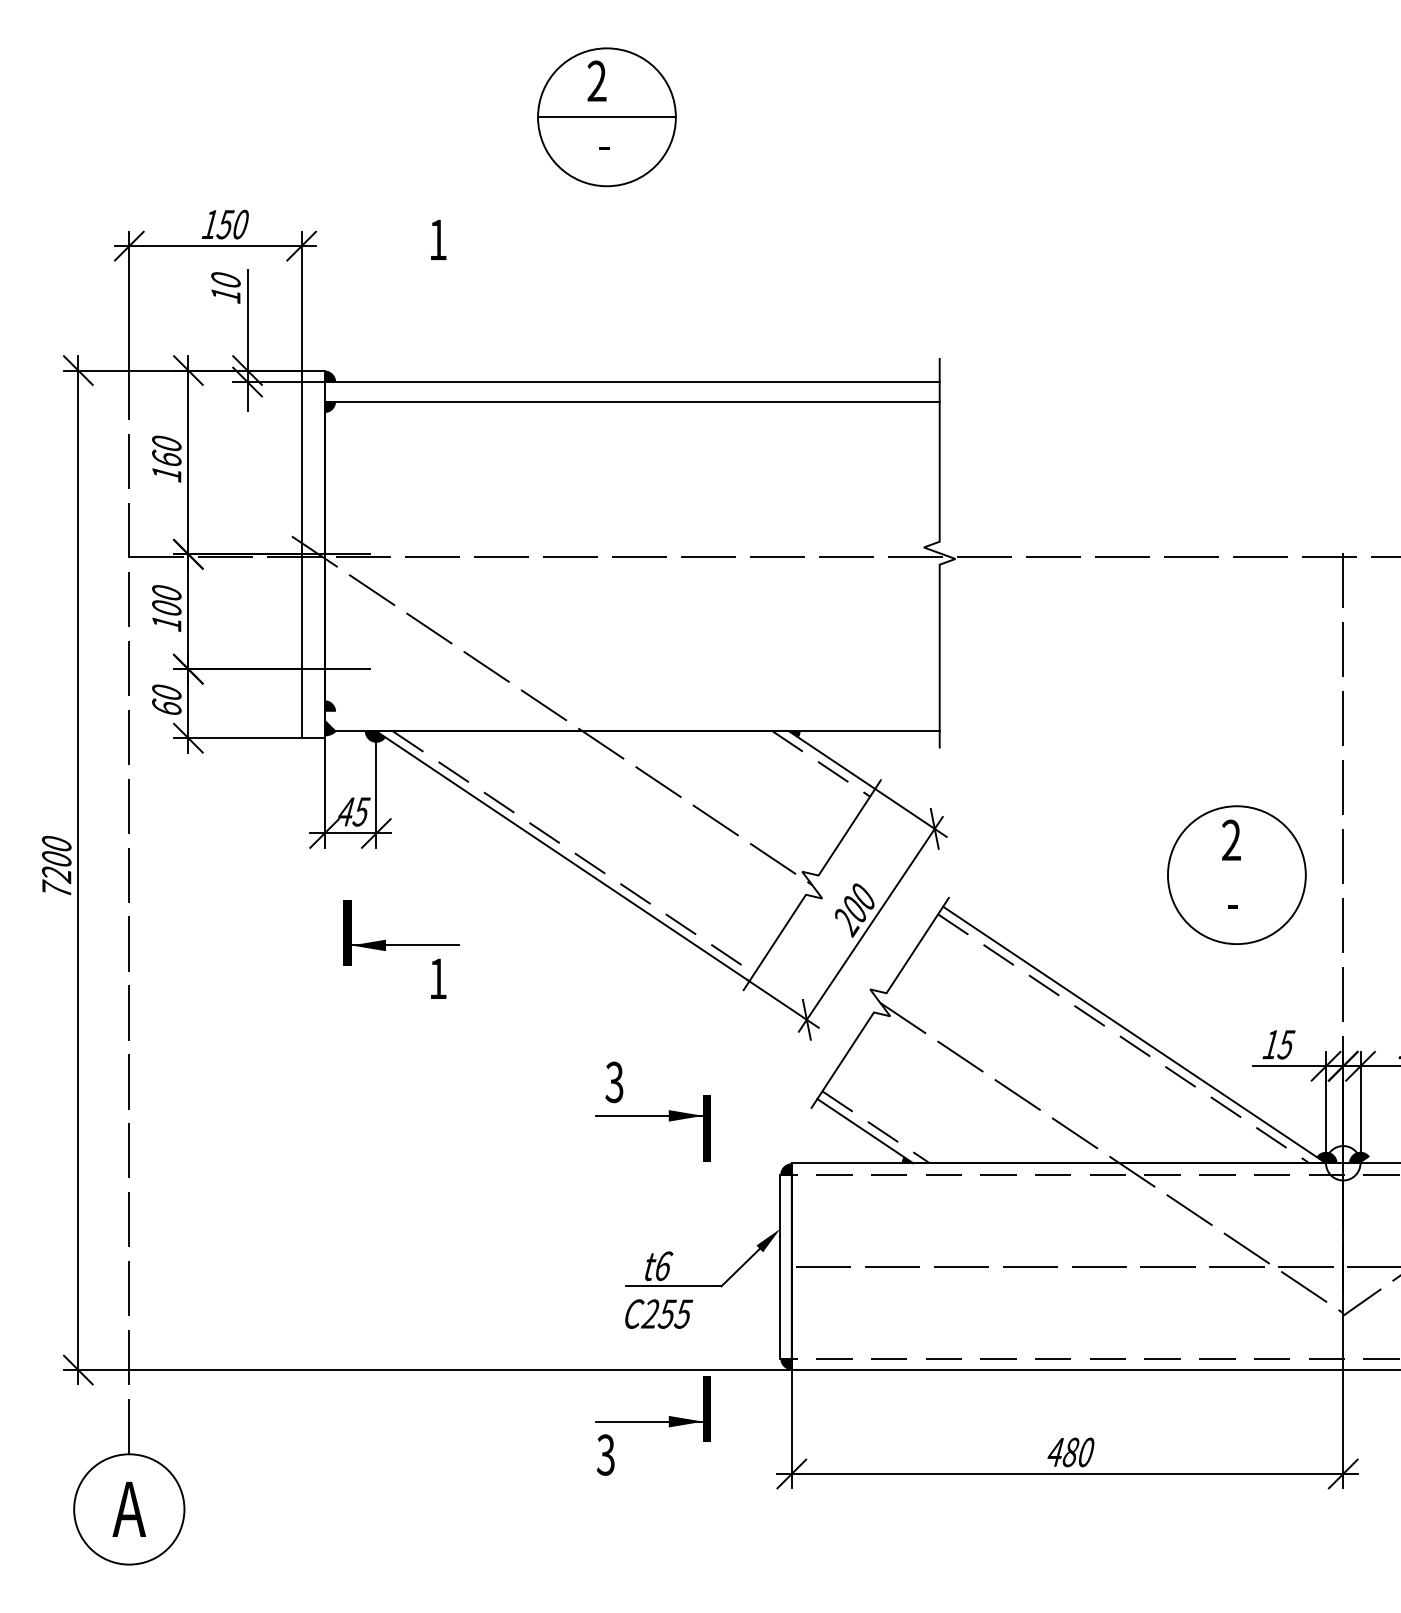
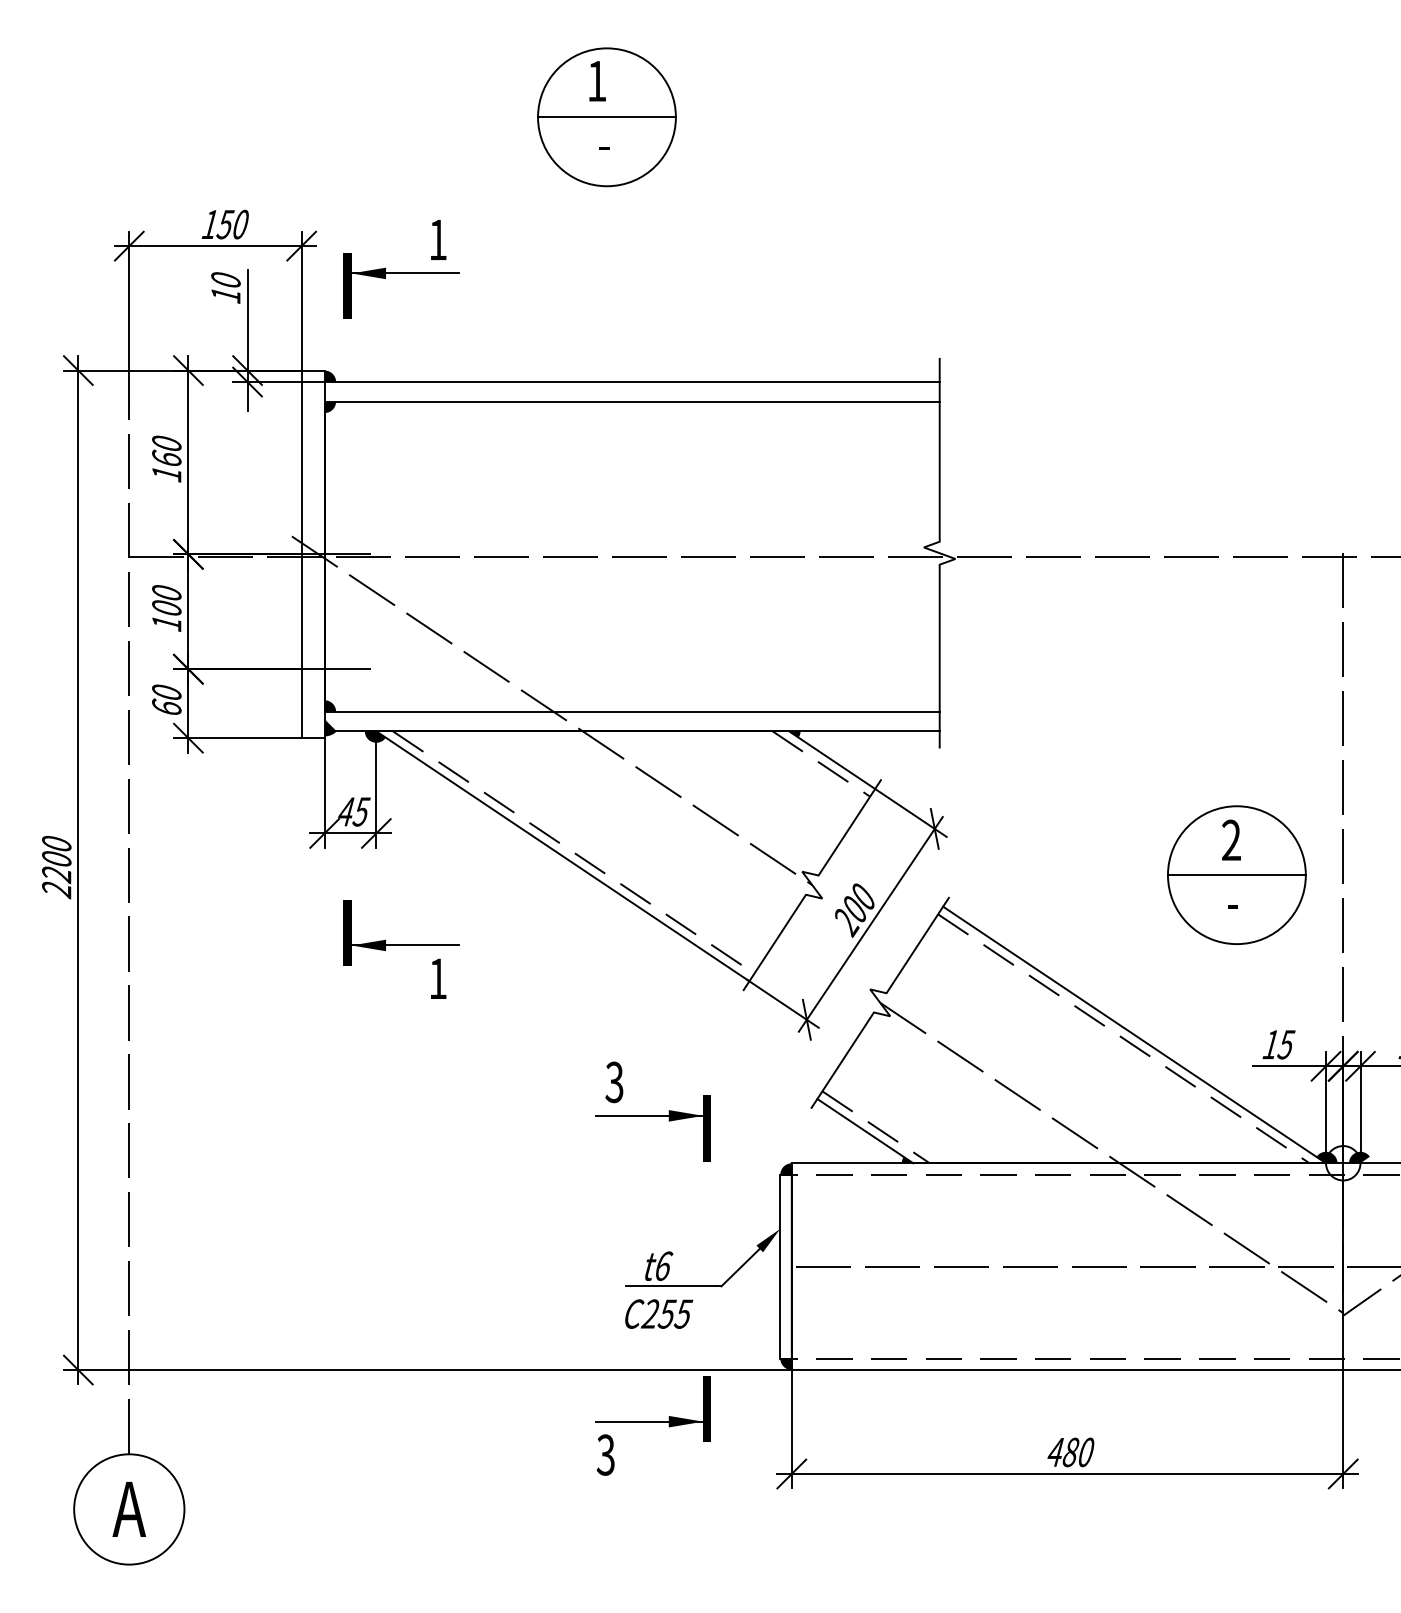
text at (596, 80): 2 -> 1
part at (401, 273): none -> present
line at (631, 711): none -> present
line at (1236, 875): none -> present
text at (56, 889): 7200 -> 2200
